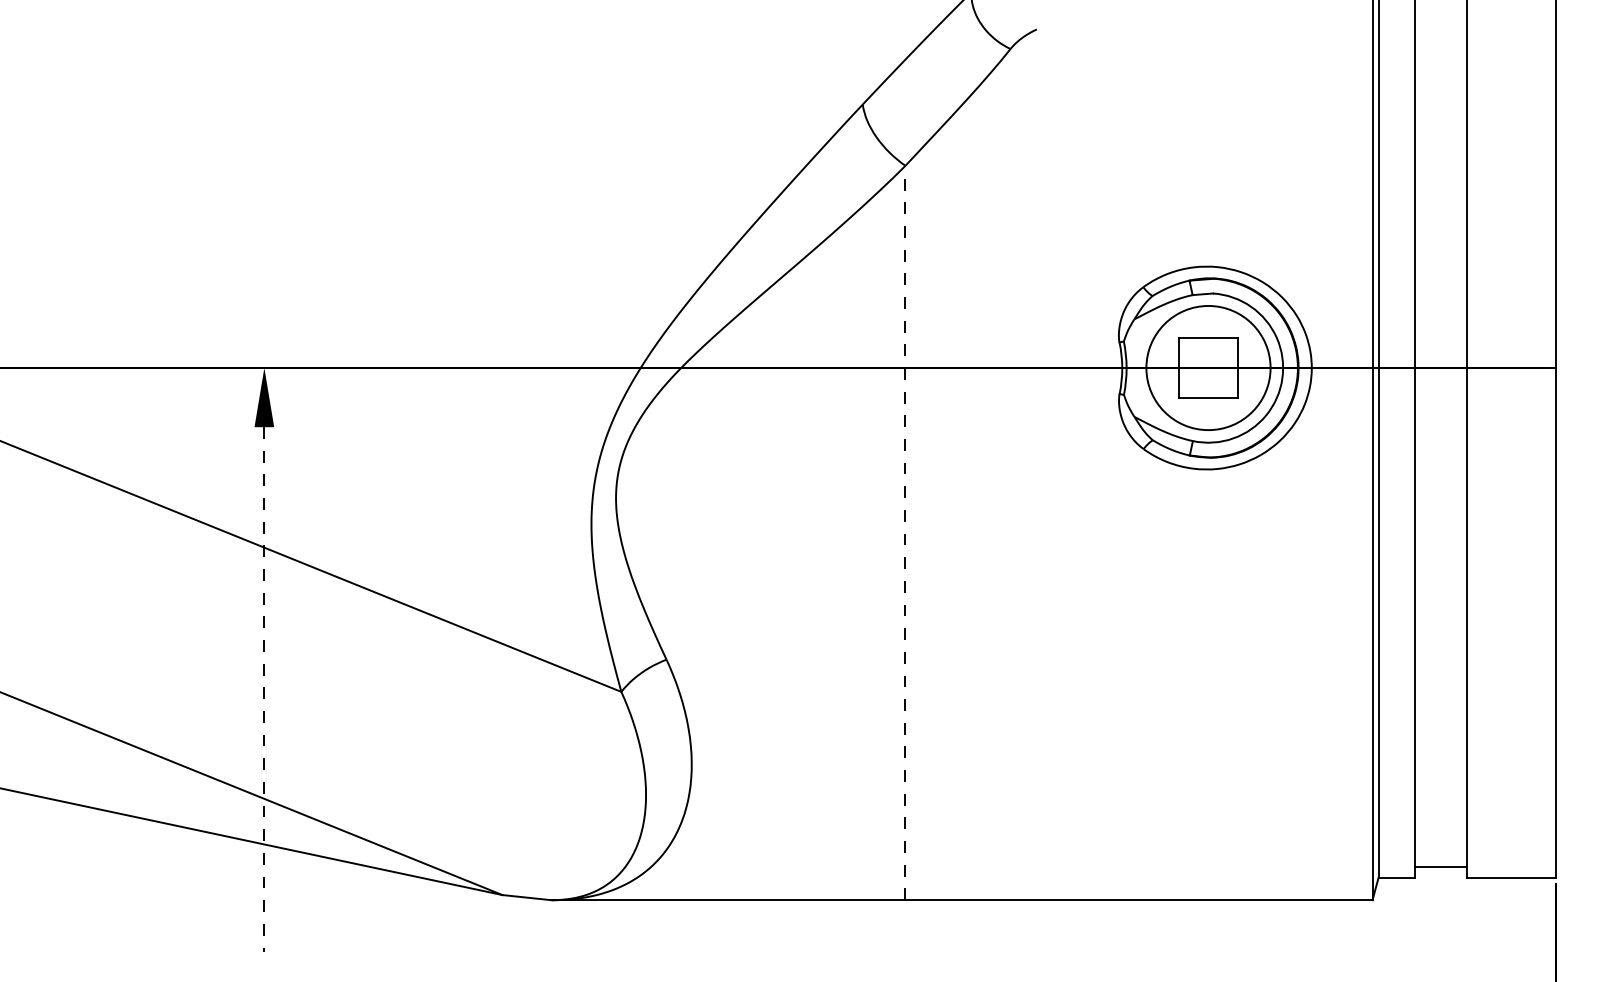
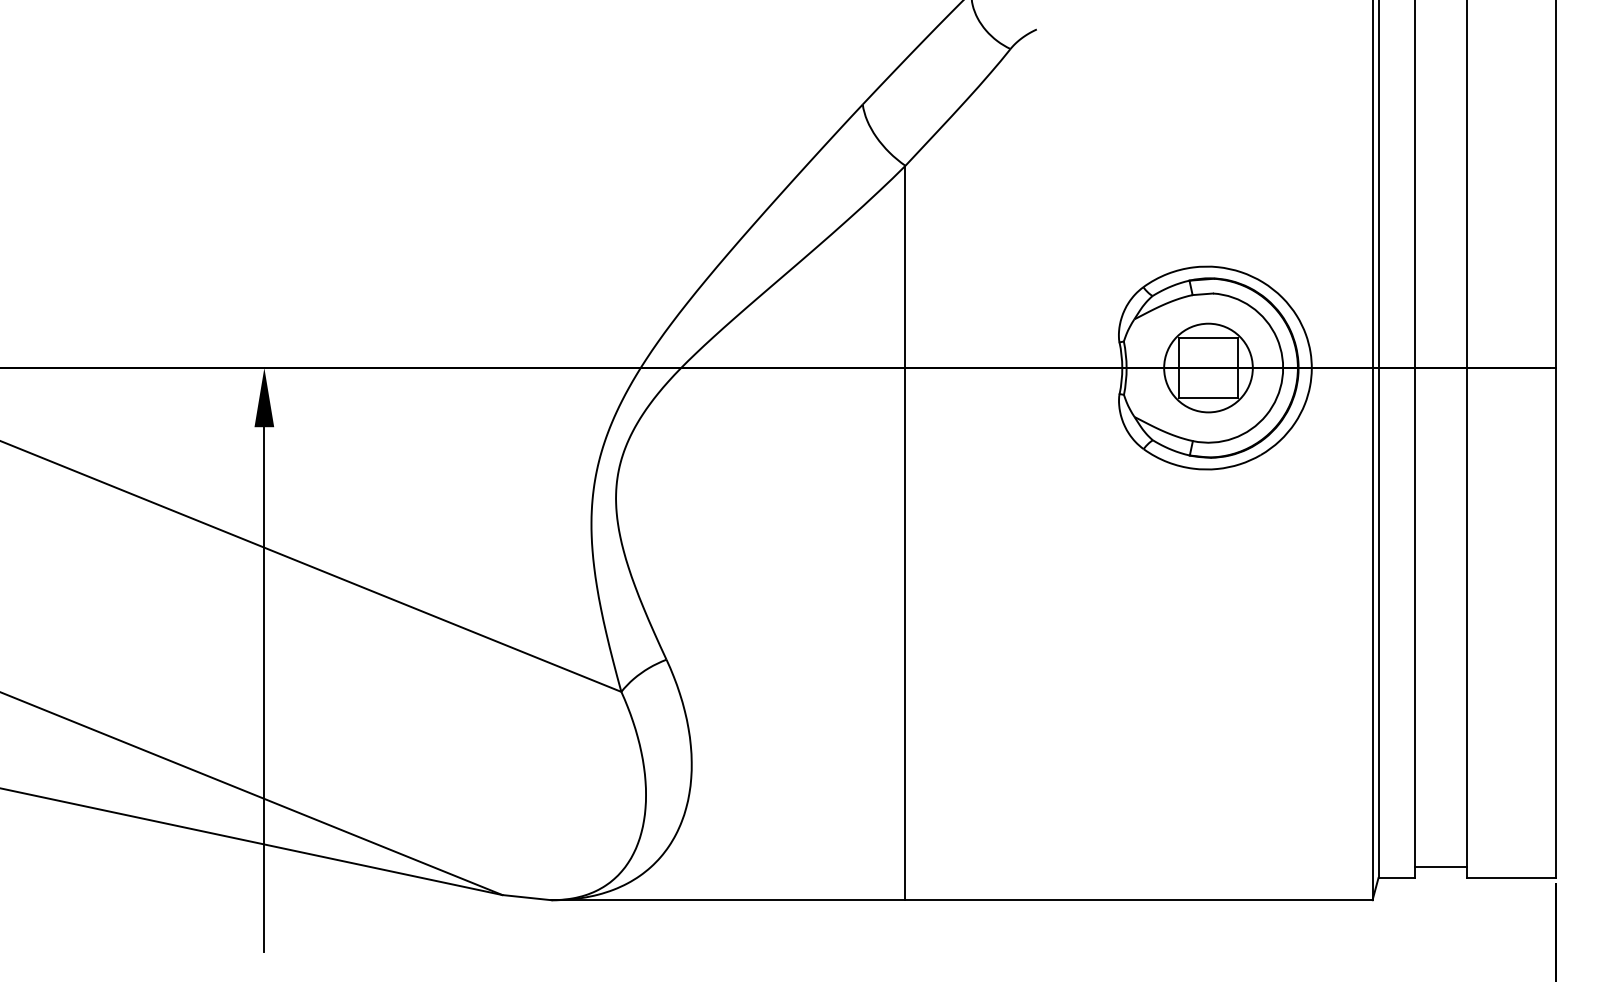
circle at (1208, 367) diameter: 124 px -> 89 px
line at (905, 532): dashed -> solid
line at (264, 689): dashed -> solid
